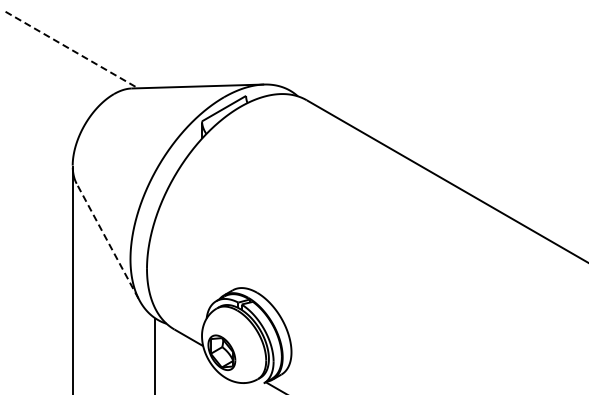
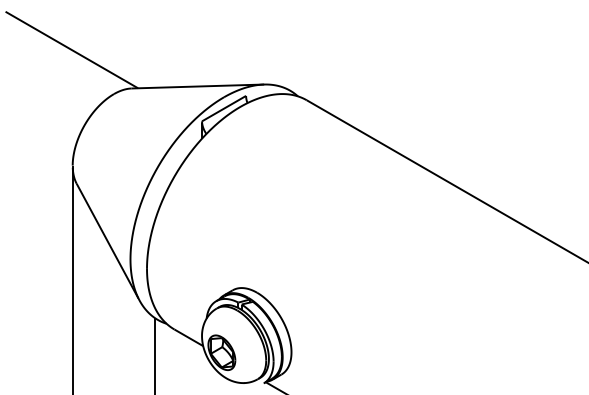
line at (71, 50): dashed -> solid
line at (107, 240): dashed -> solid
